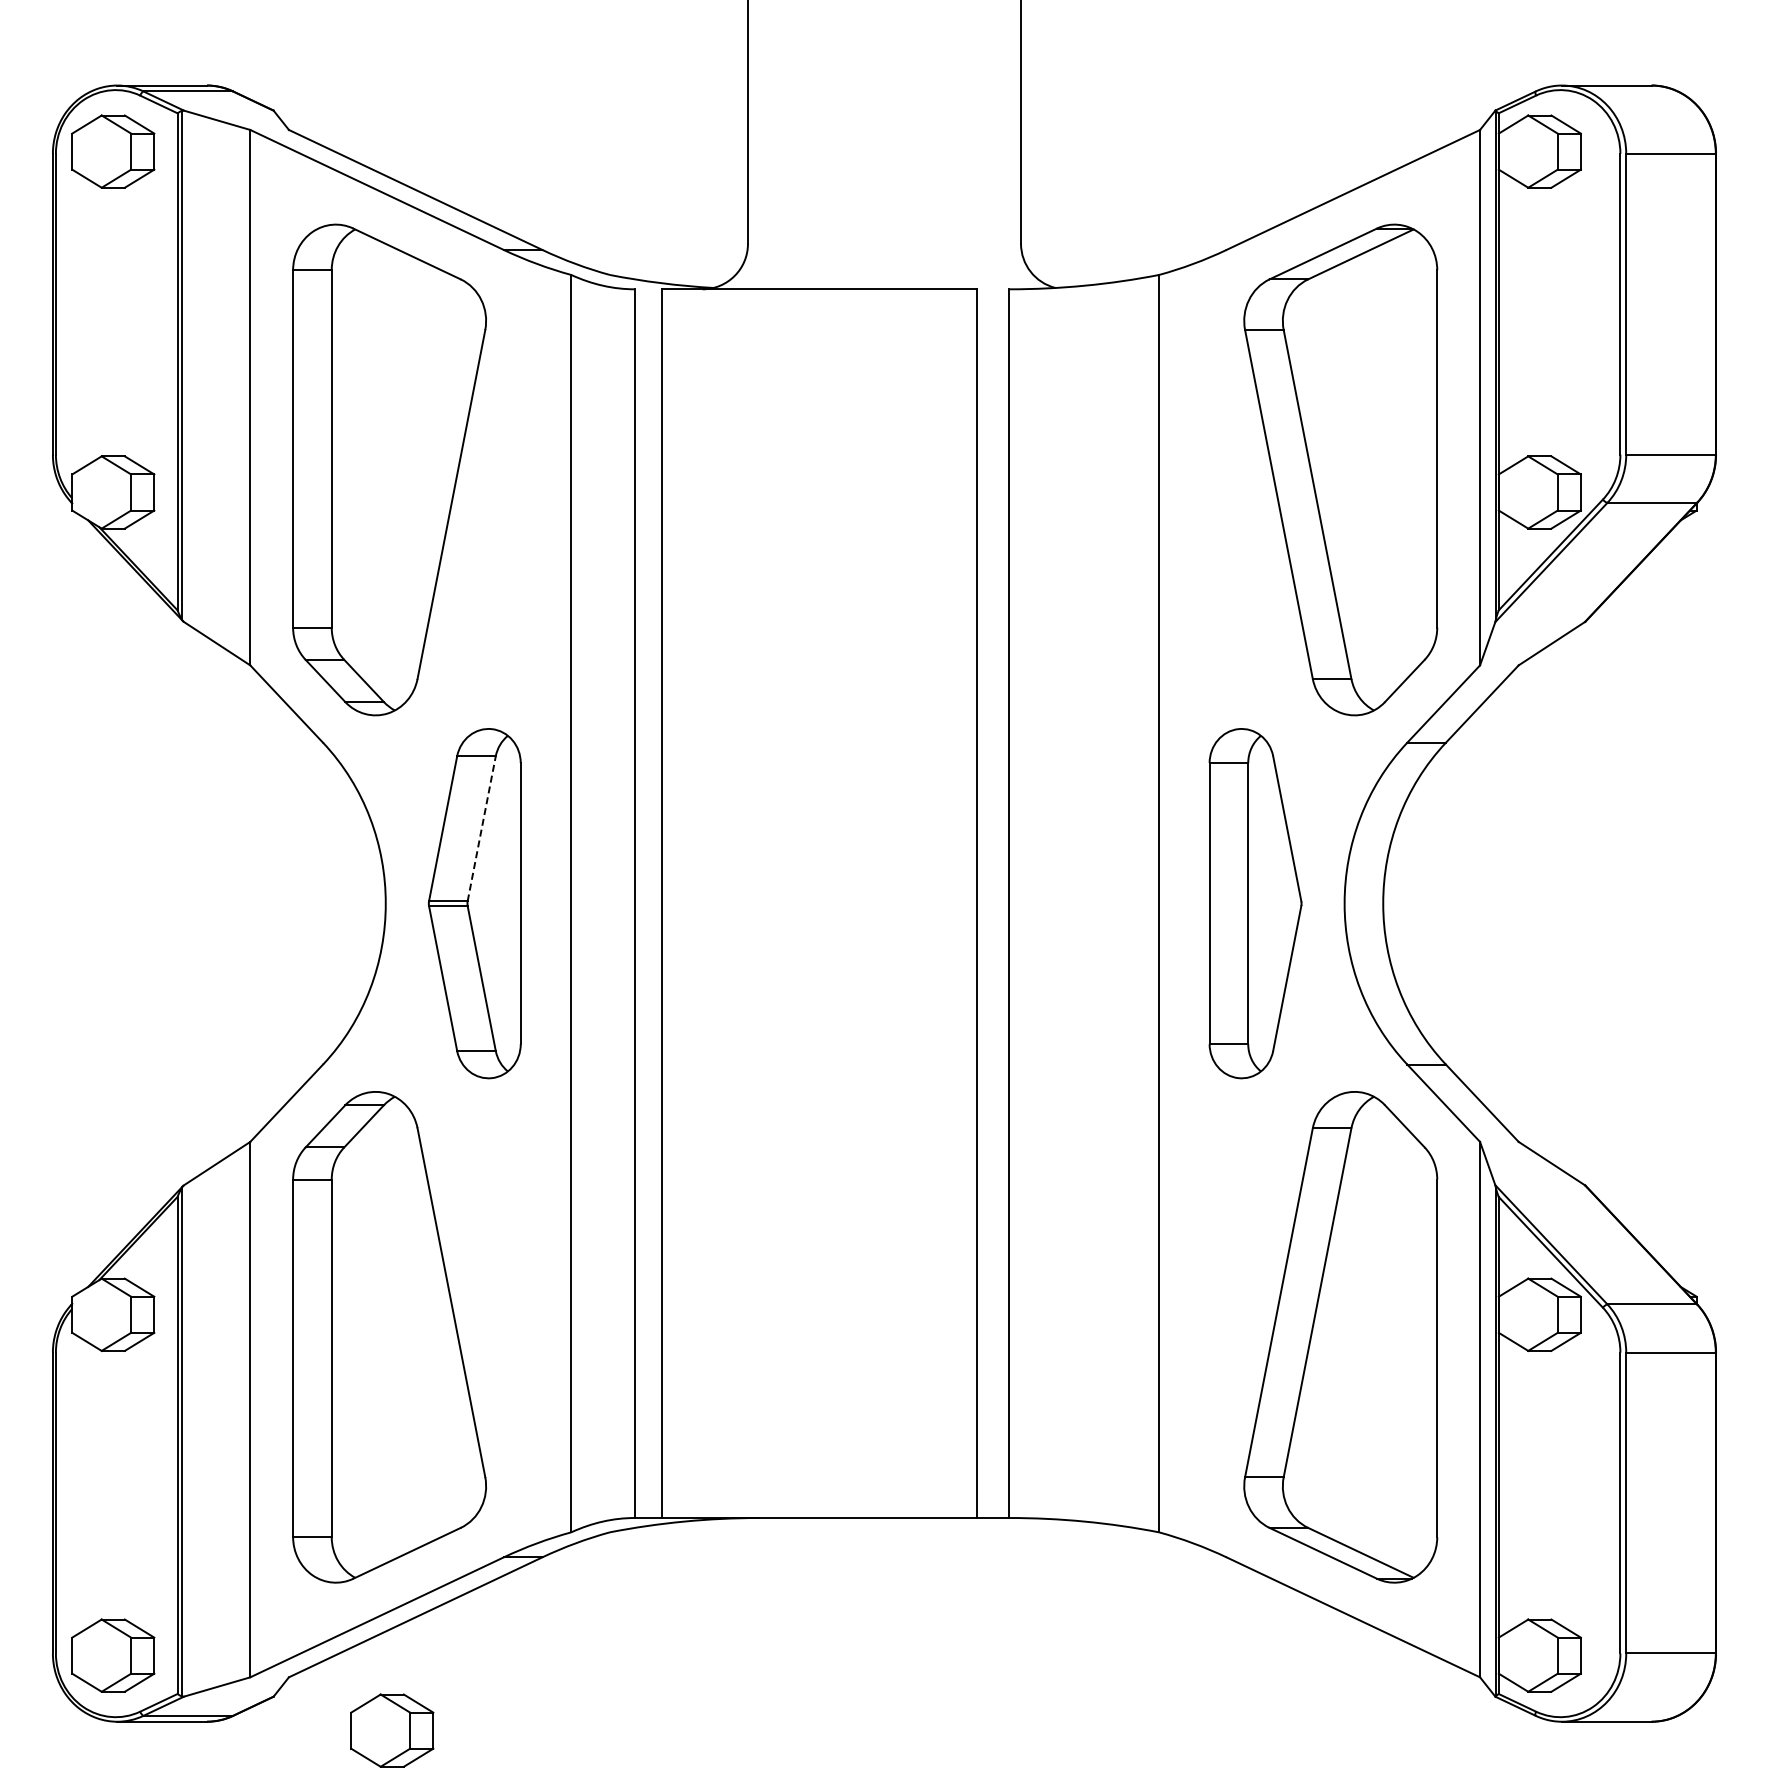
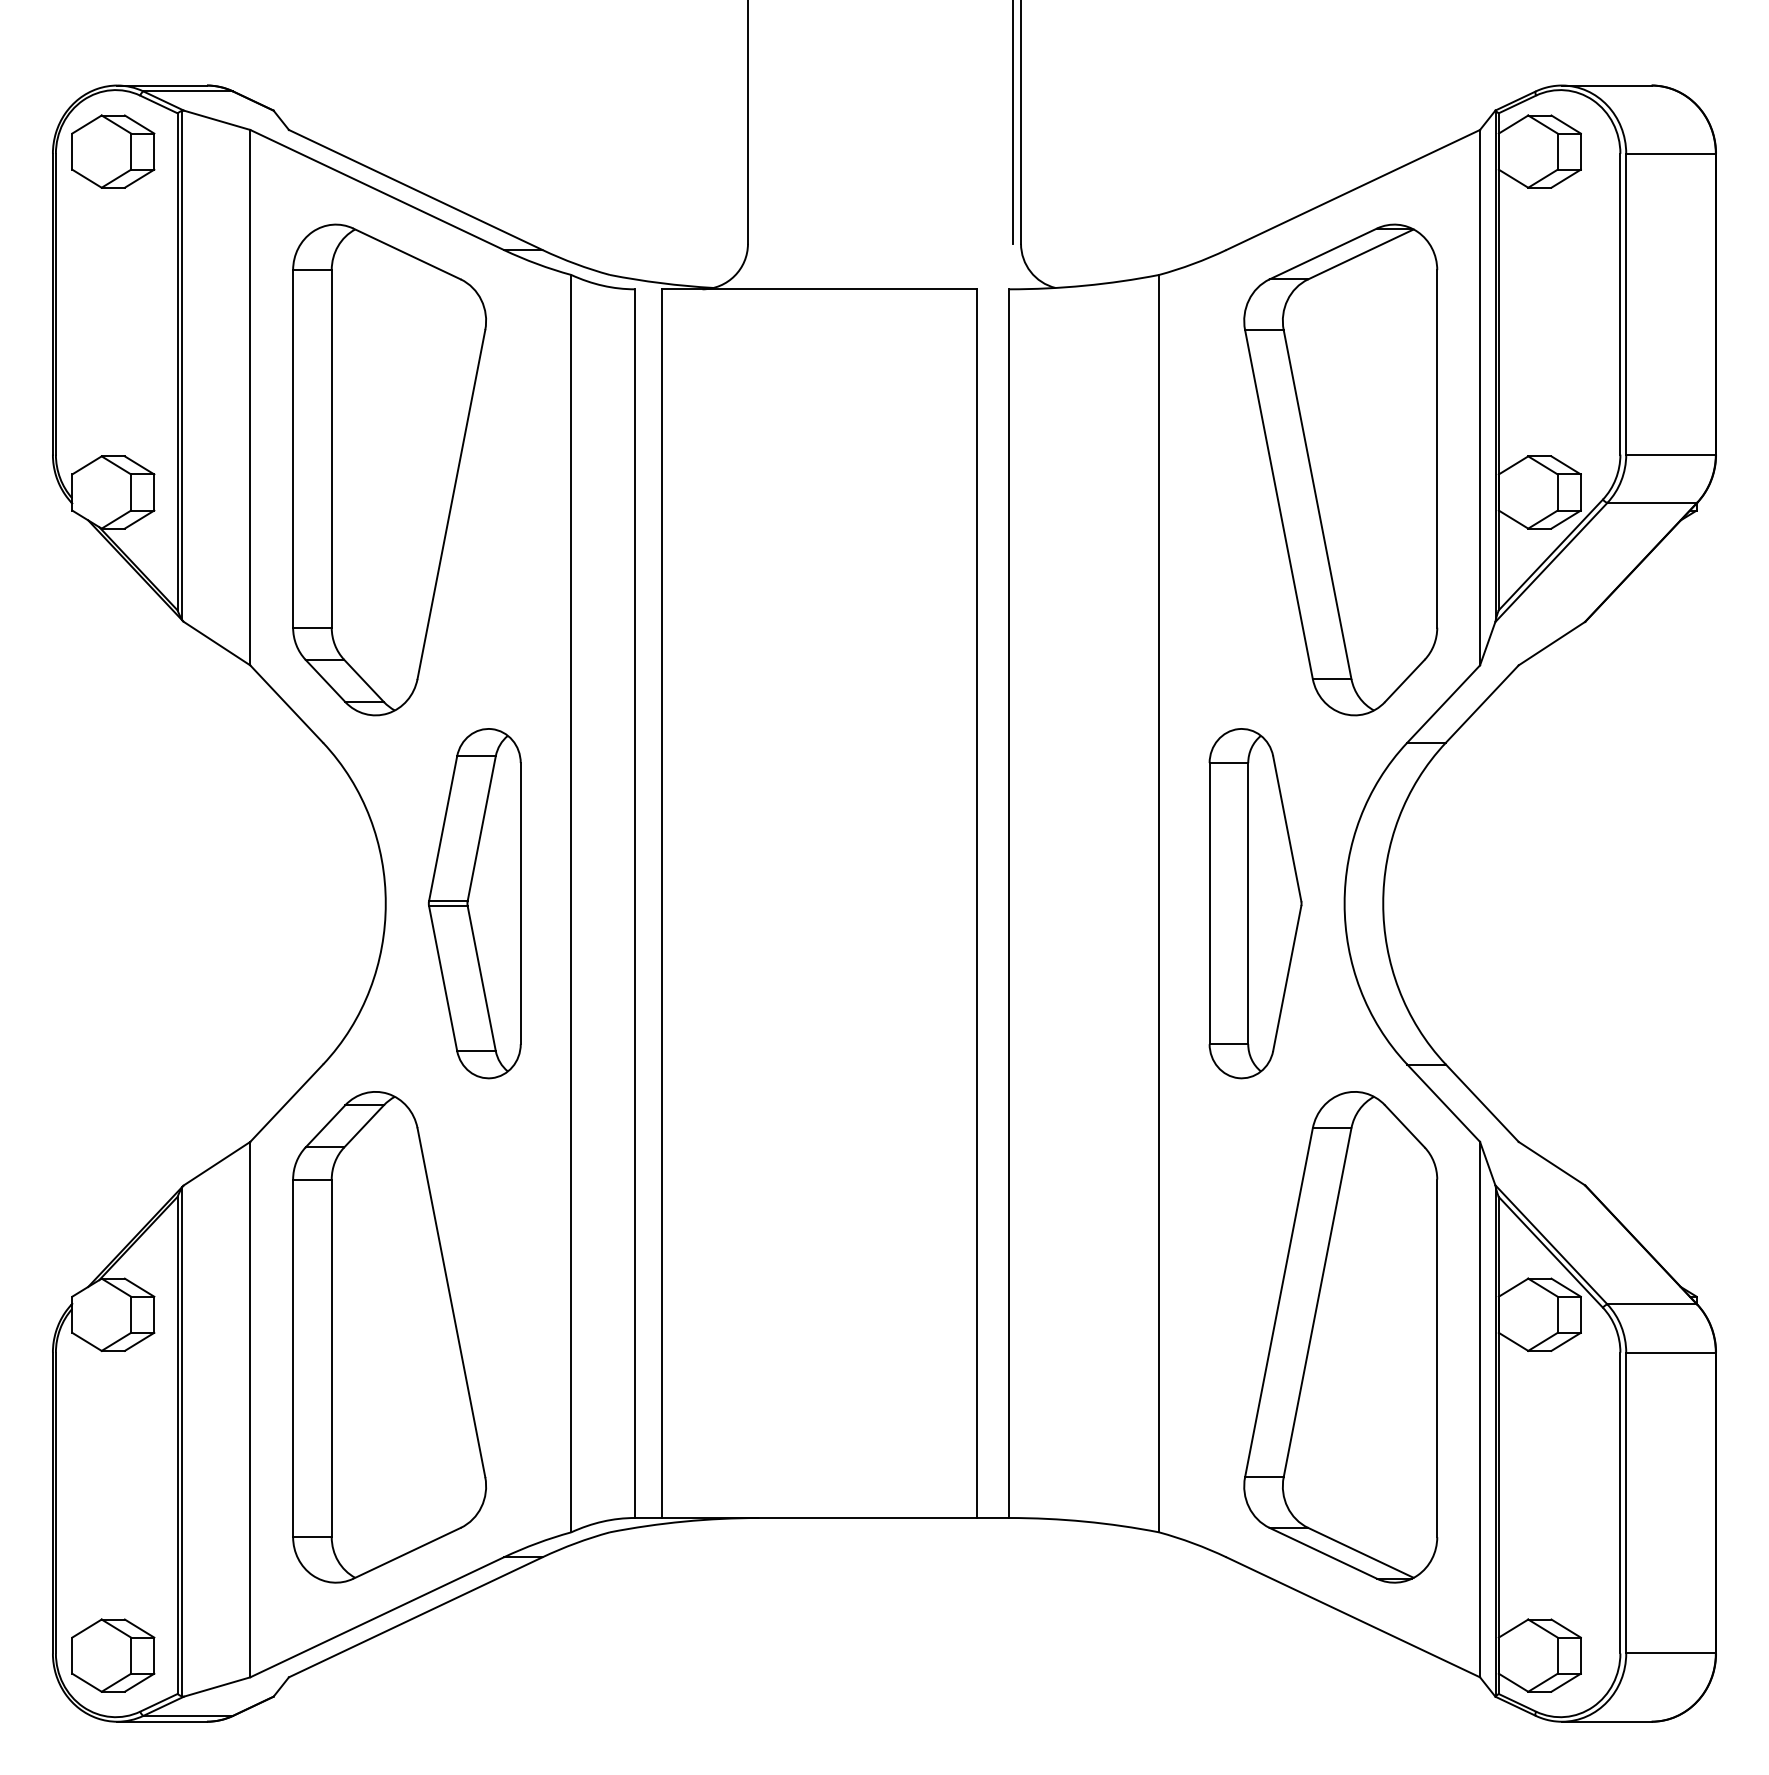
line at (1012, 122): none -> present
line at (481, 828): dashed -> solid
part at (392, 1730): present -> none
